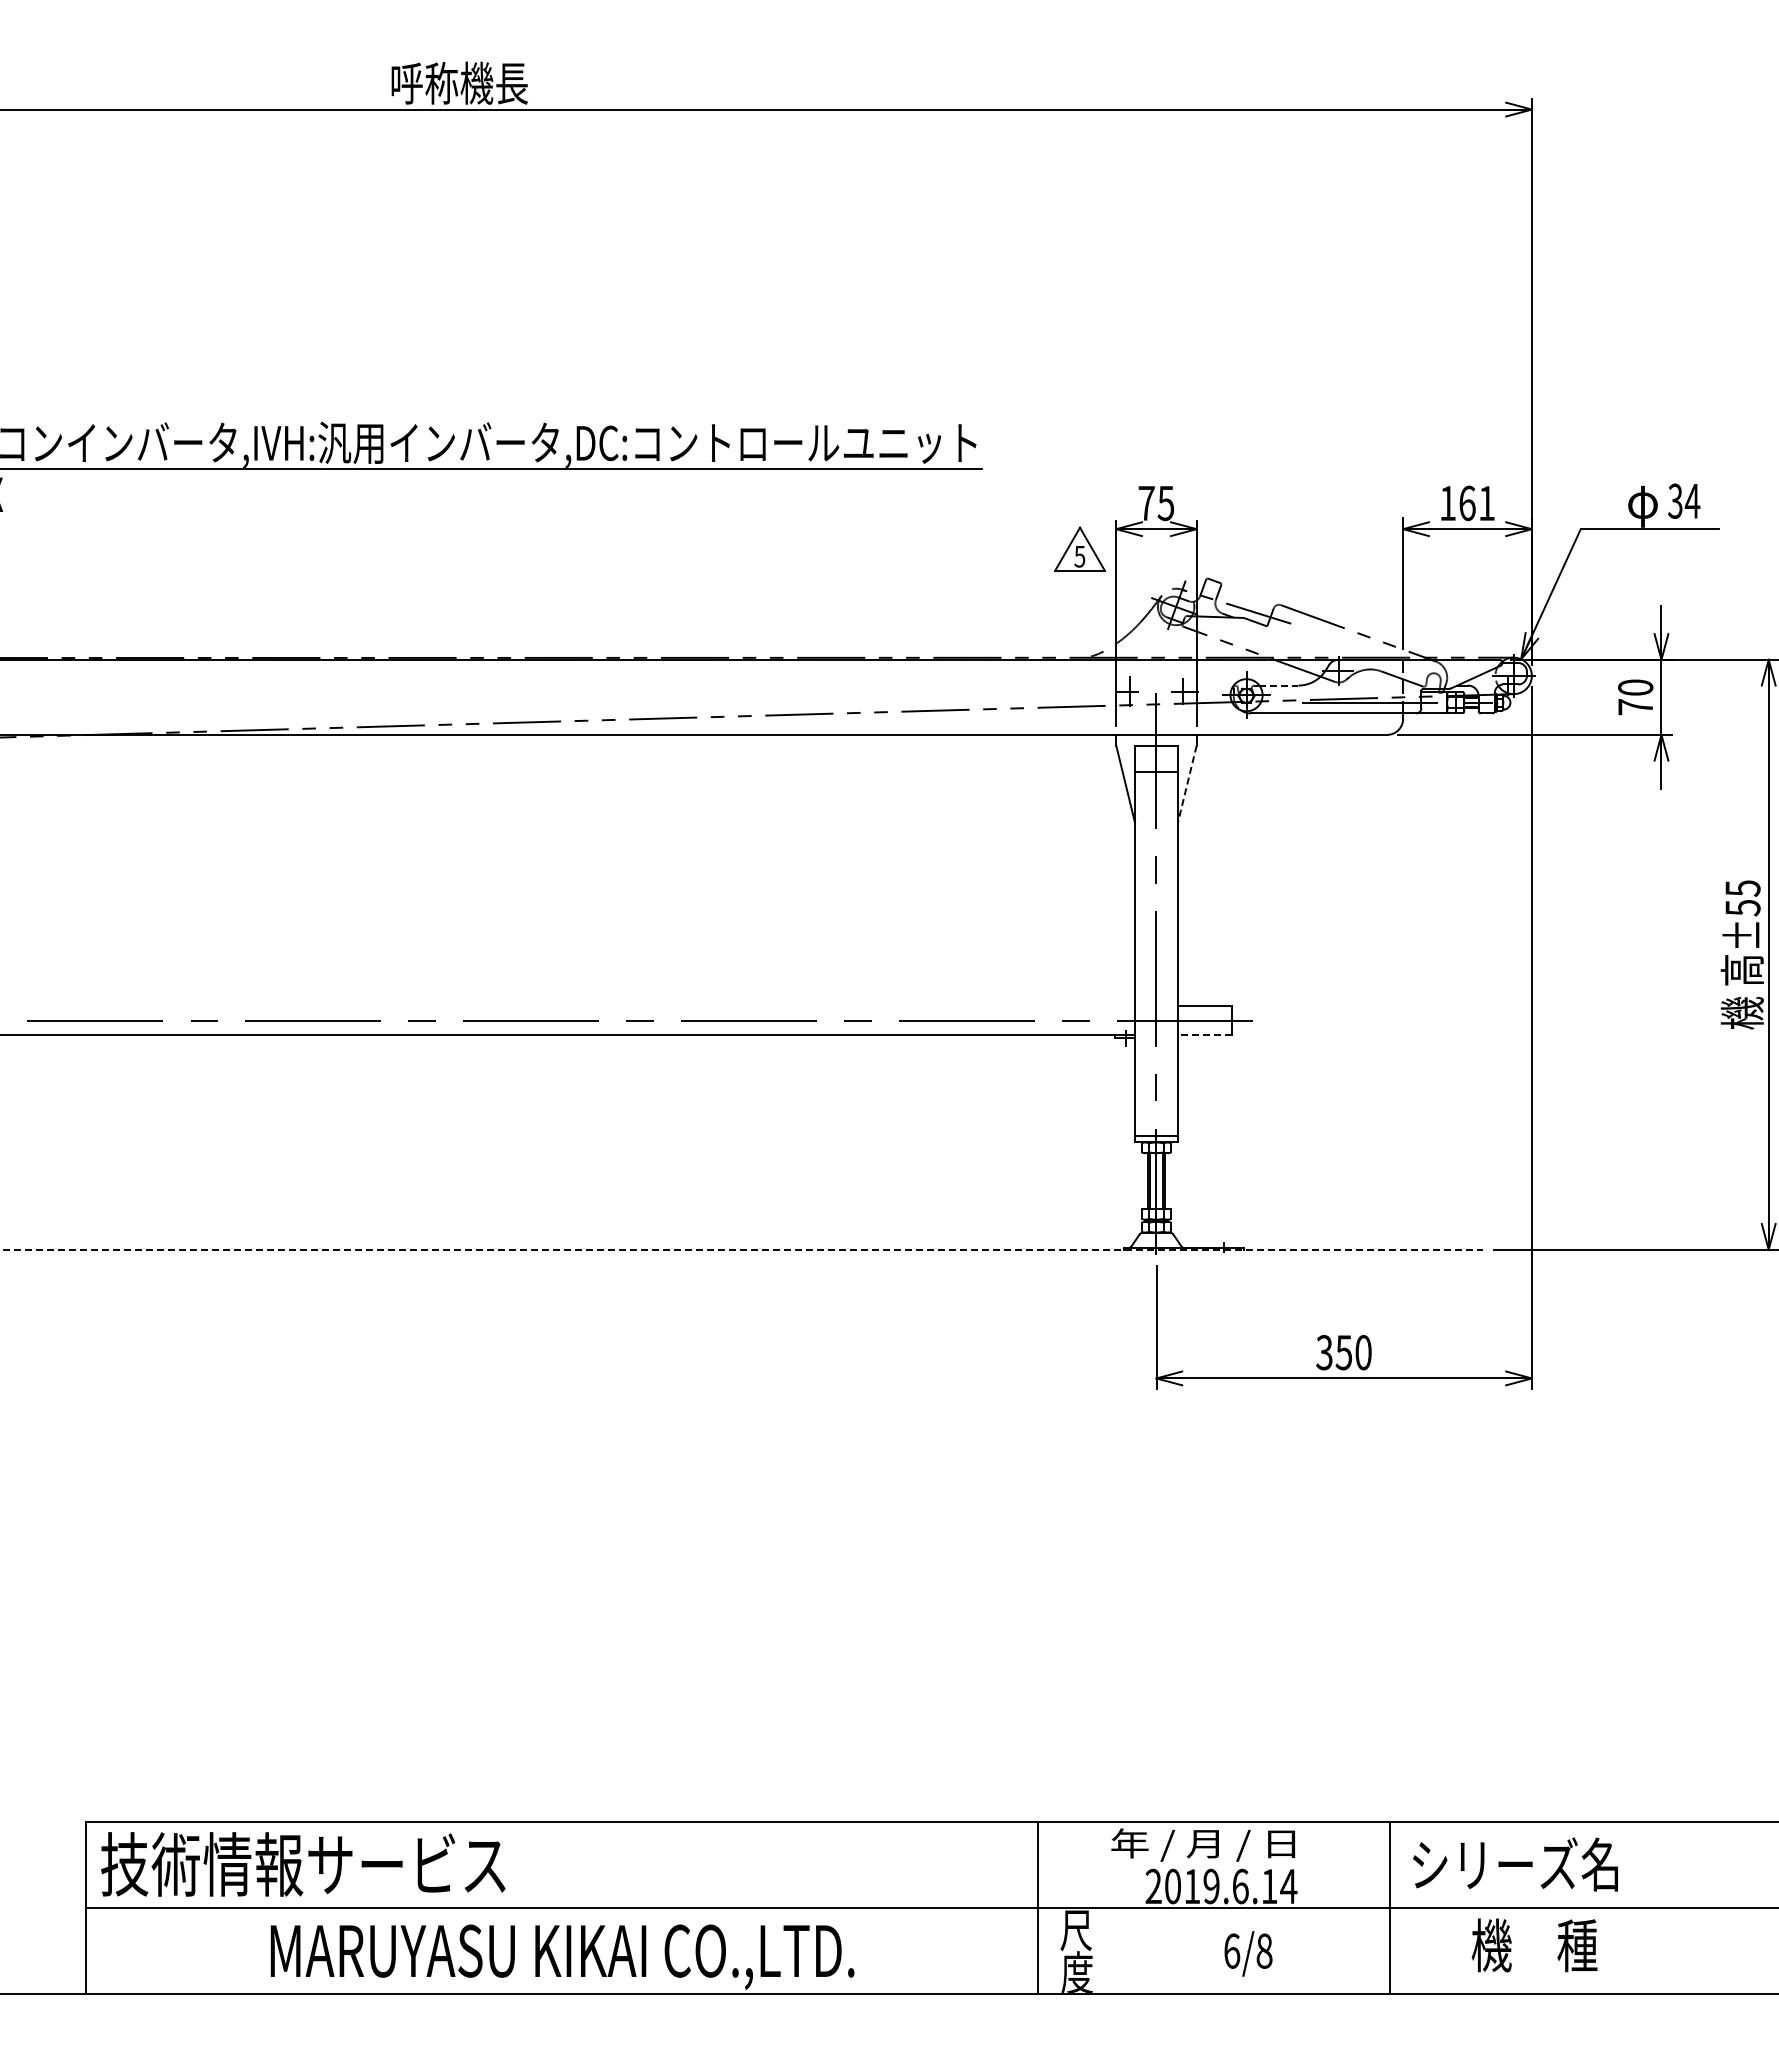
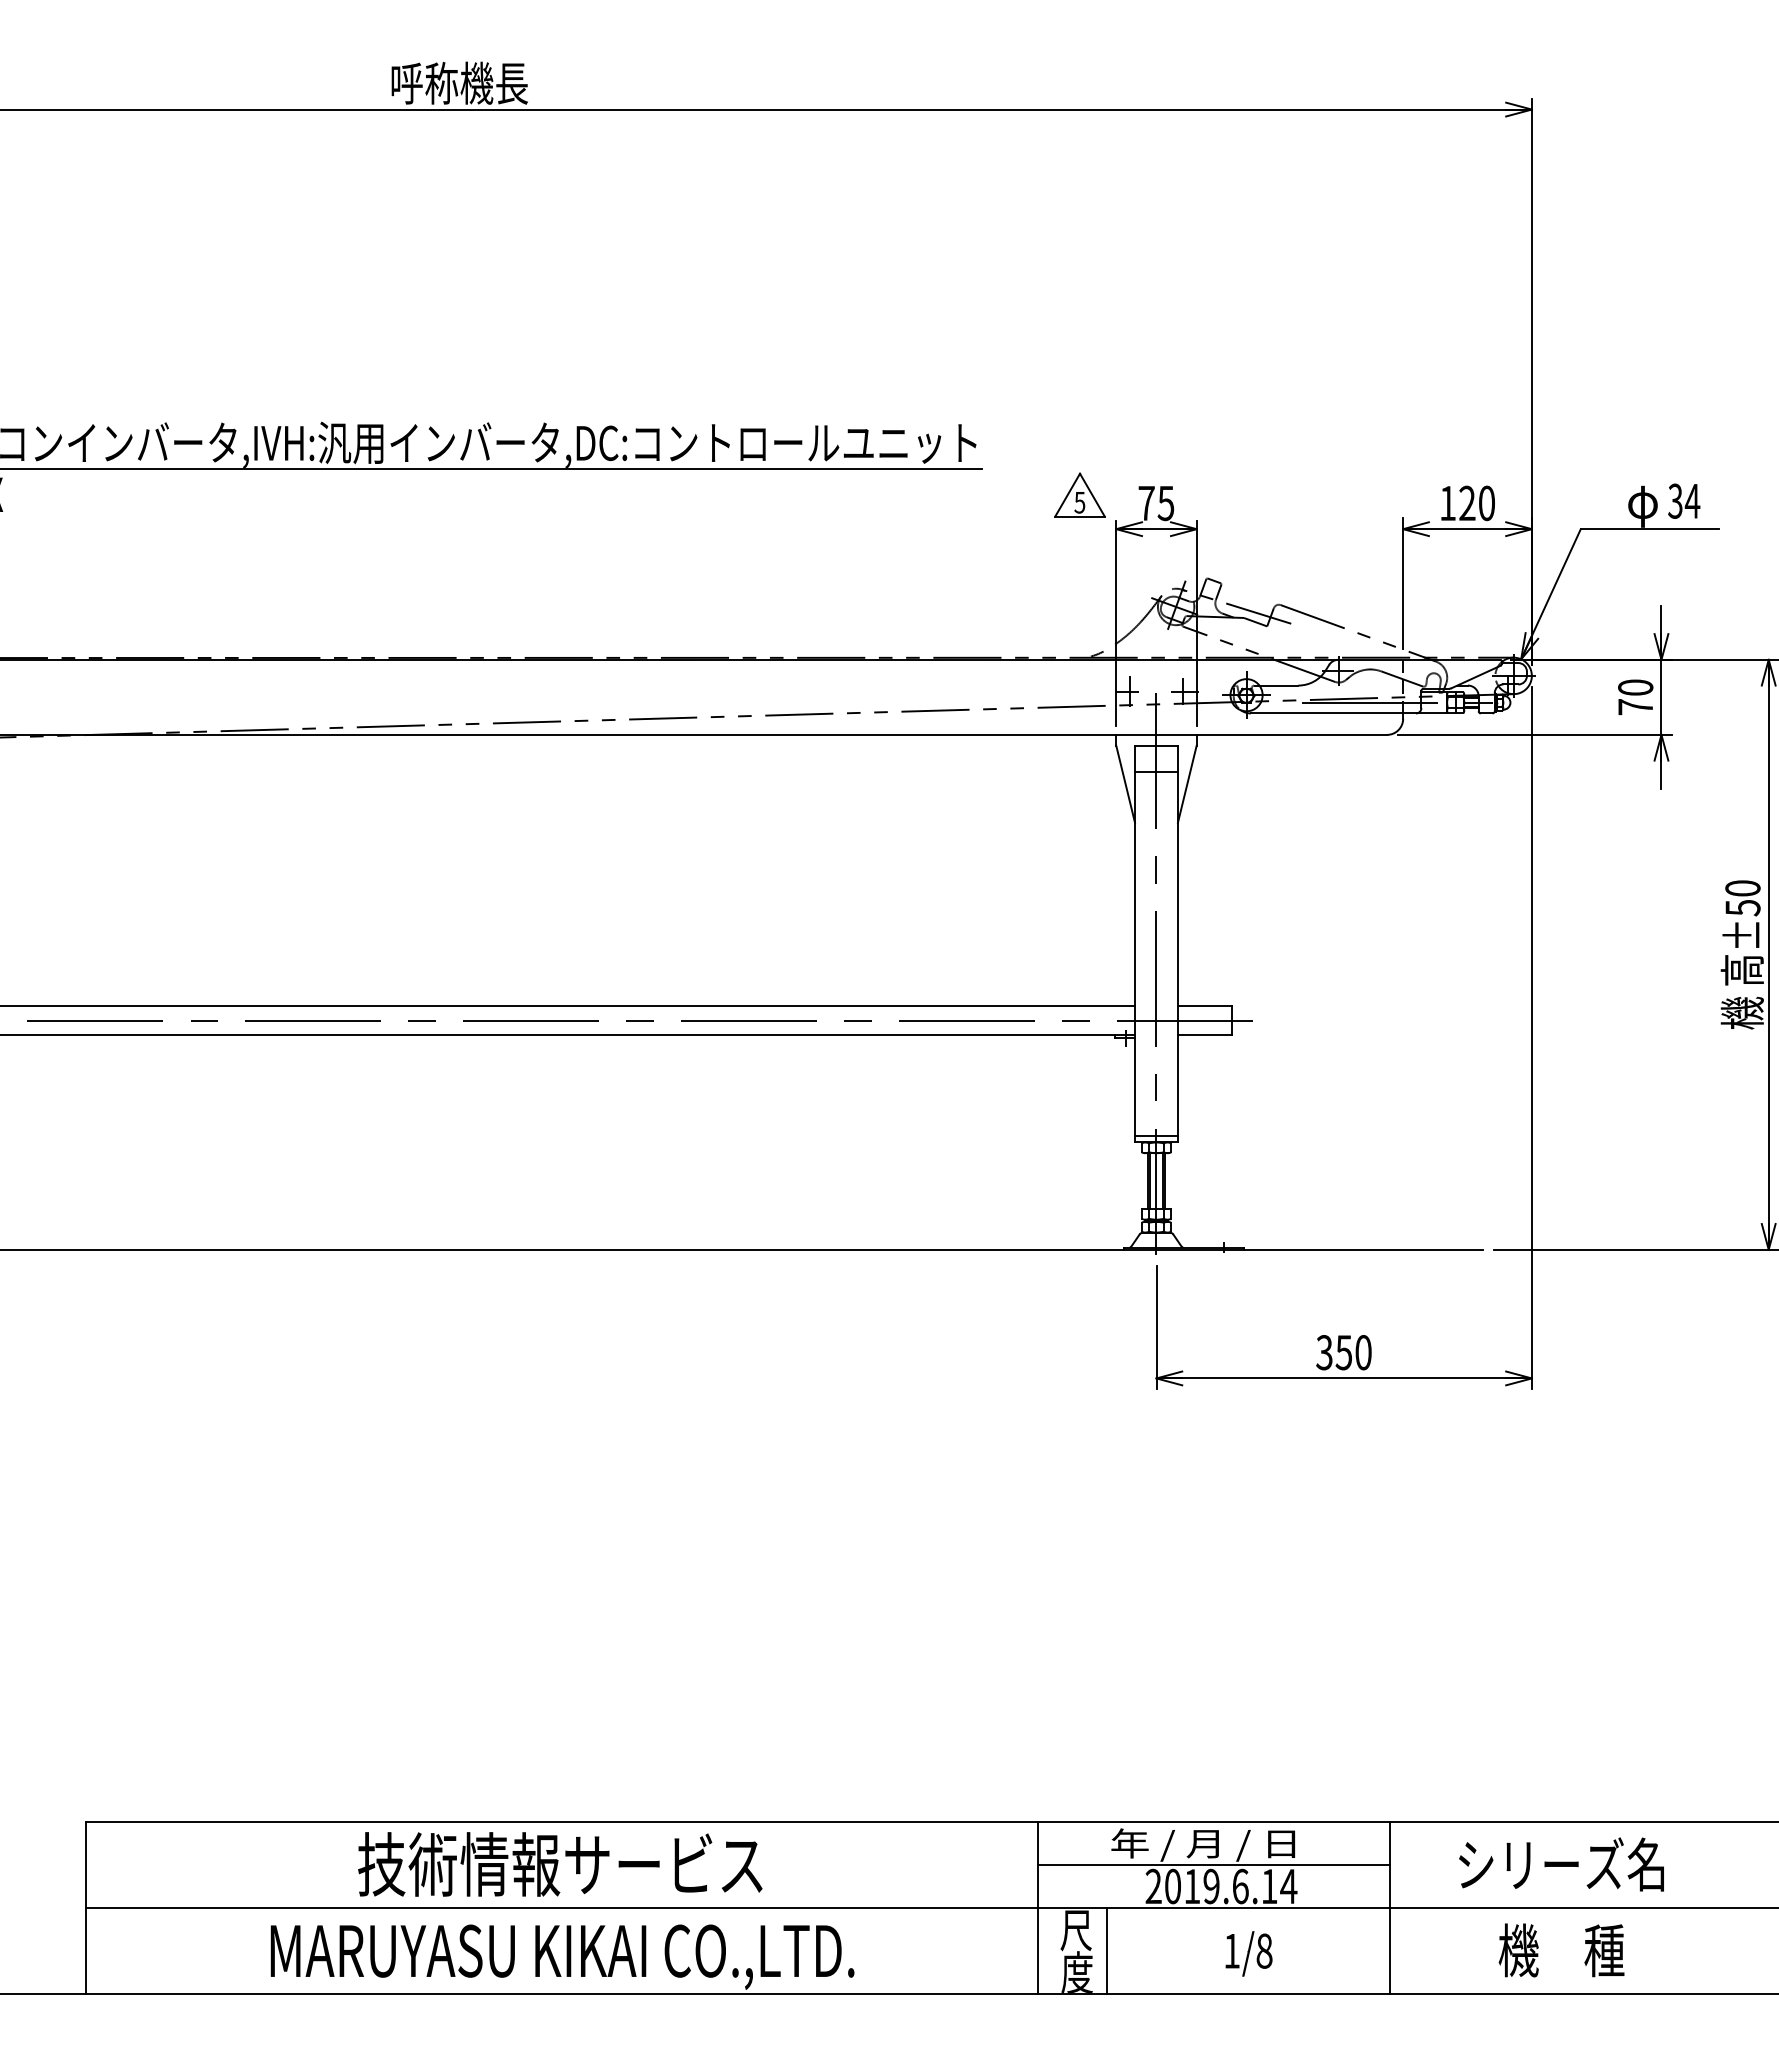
text at (1476, 503): 161 -> 120
part at (1079, 548) position: (1079, 548) -> (1079, 494)
line at (1278, 685): dashed -> solid
line at (1187, 784): dashed -> solid
text at (1742, 888): ±55 -> ±50
line at (568, 1006): none -> present
line at (1204, 1035): dashed -> solid
line at (742, 1249): dashed -> solid
text at (303, 1864) position: (303, 1864) -> (560, 1864)
text at (1515, 1864) position: (1515, 1864) -> (1561, 1864)
line at (1214, 1865): none -> present
text at (1534, 1945) position: (1534, 1945) -> (1561, 1950)
text at (1232, 1950): 6/8 -> 1/8
line at (1106, 1951): none -> present
